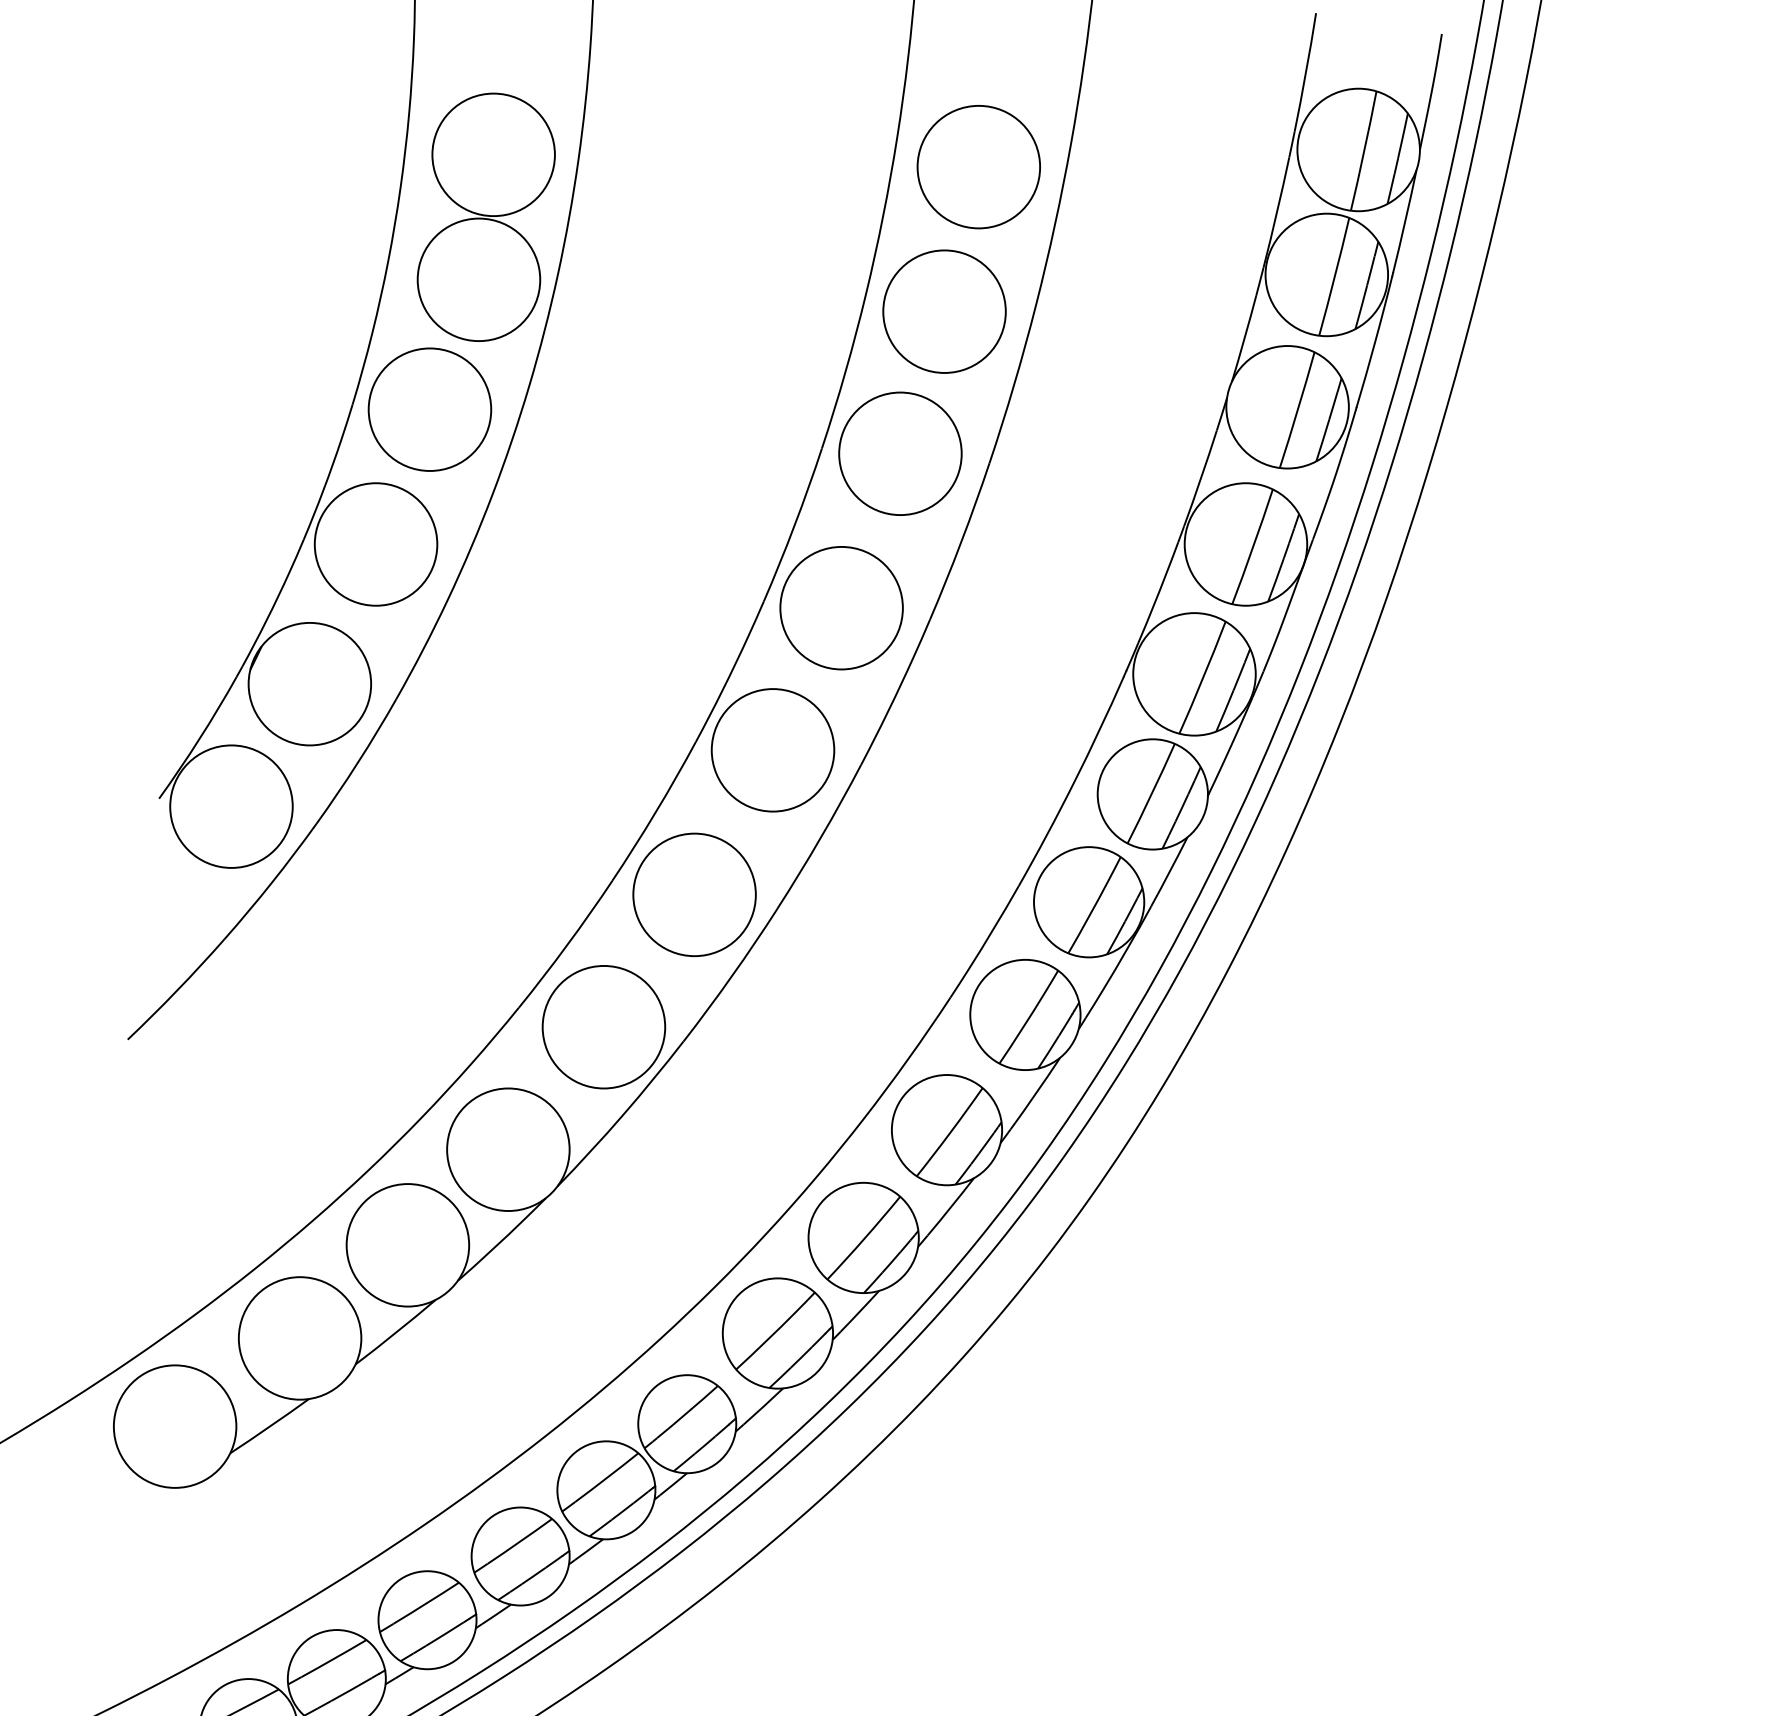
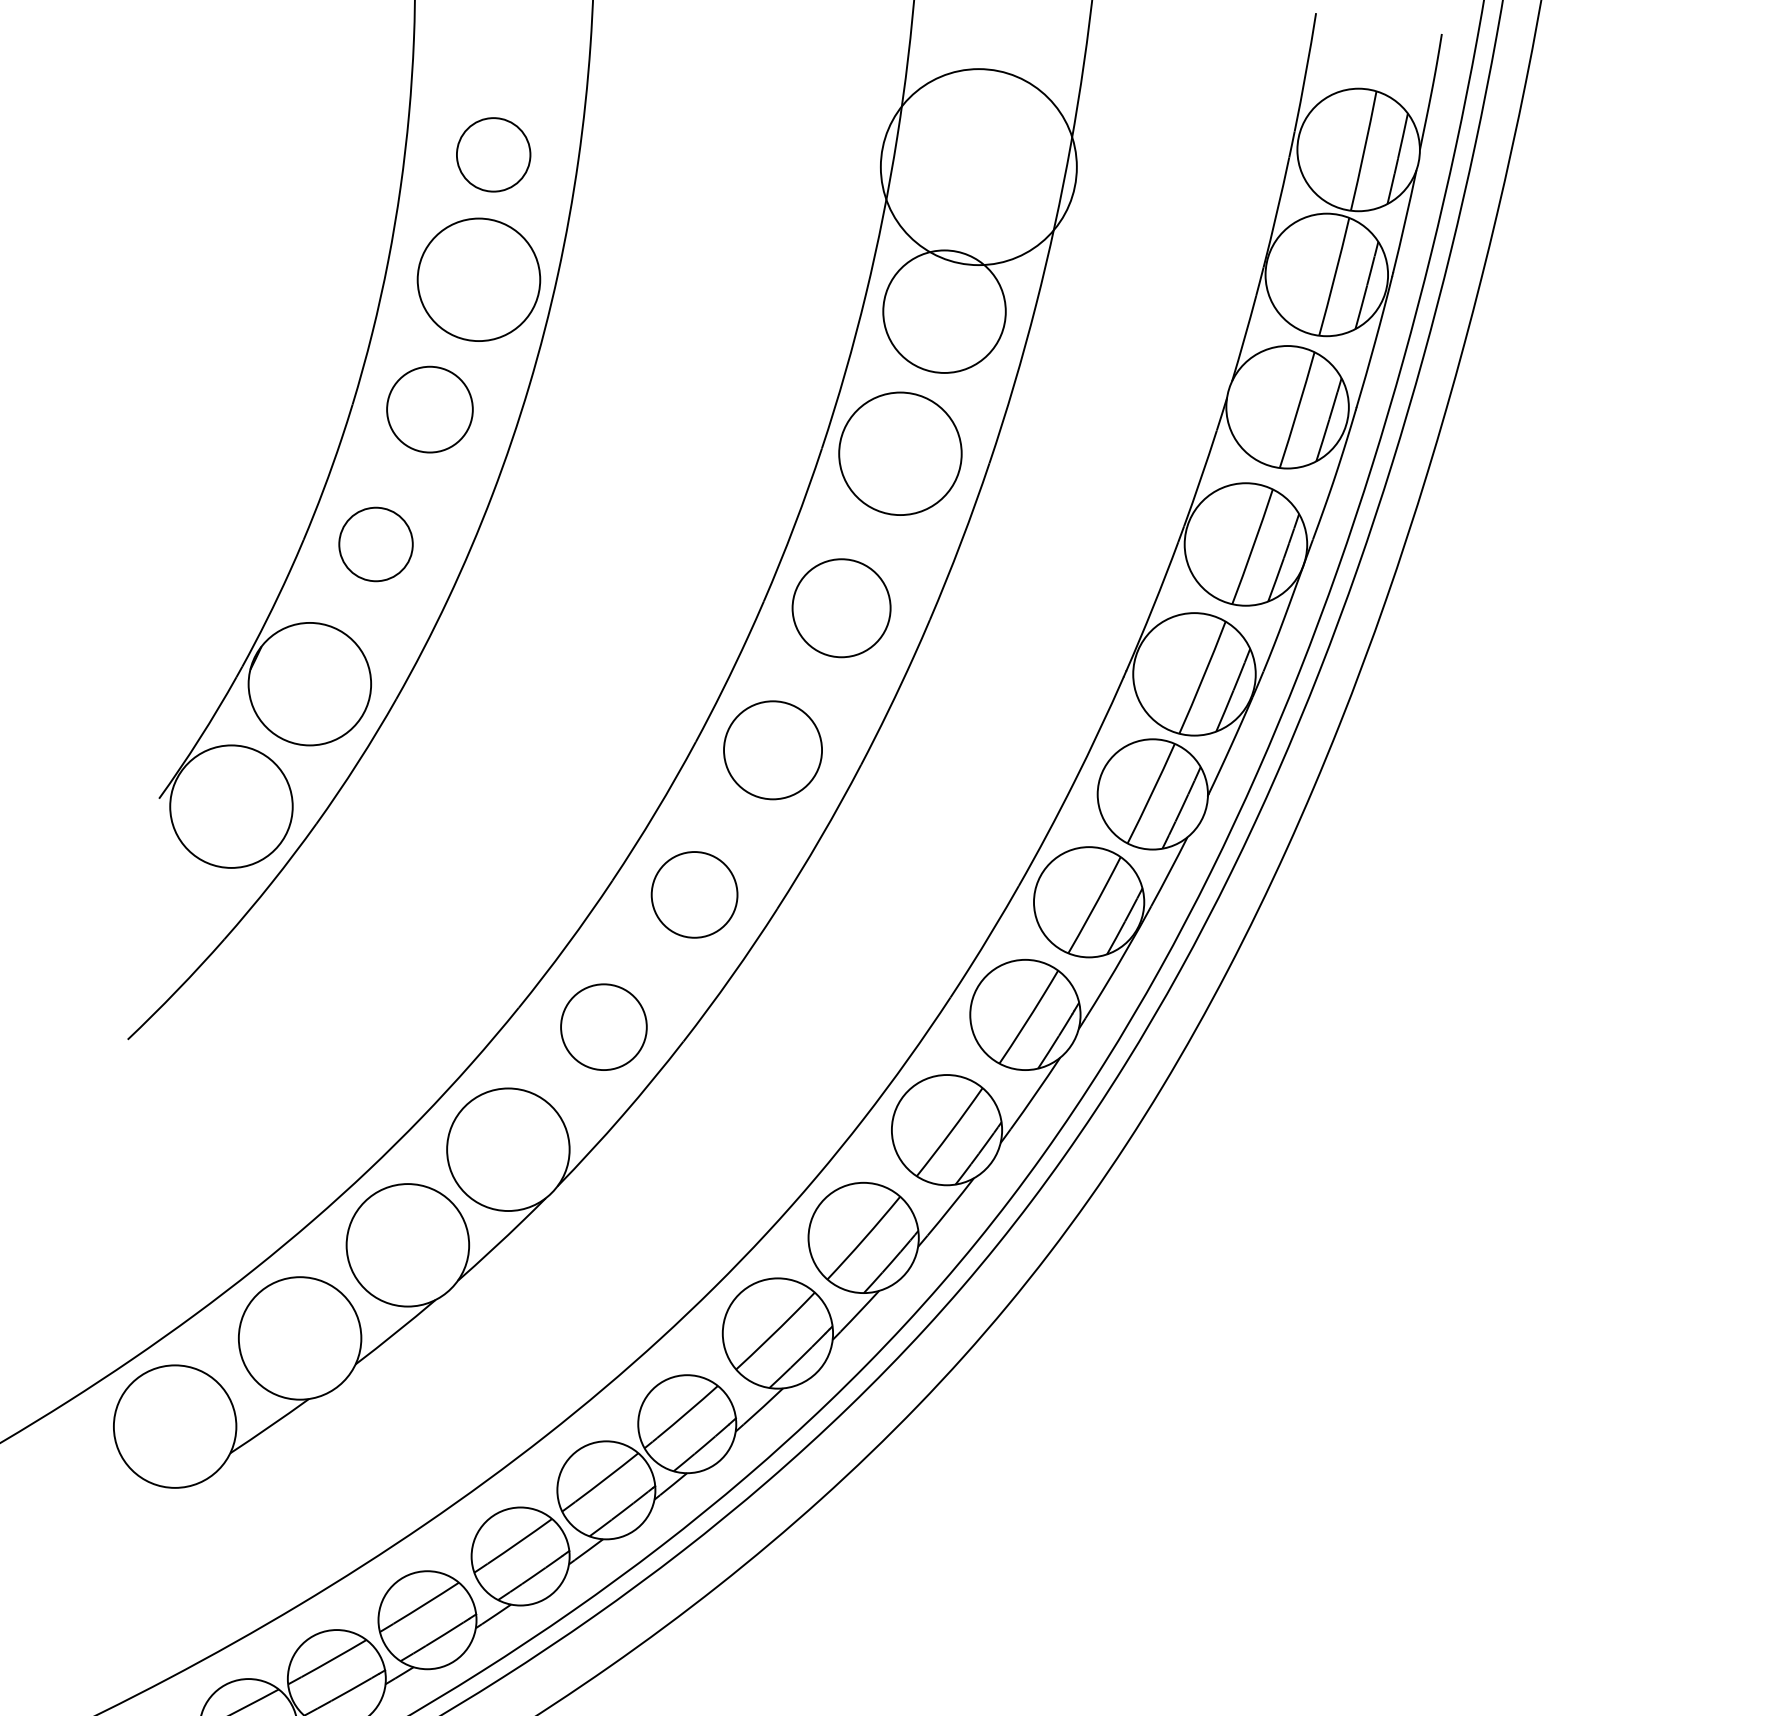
circle at (493, 154) diameter: 123 px -> 74 px
circle at (978, 166) diameter: 123 px -> 196 px
circle at (429, 409) size: 126x125 px -> 88x89 px
circle at (375, 544) diameter: 123 px -> 74 px
circle at (841, 608) size: 125x125 px -> 101x101 px
circle at (772, 750) diameter: 123 px -> 98 px
circle at (694, 894) diameter: 123 px -> 86 px
circle at (603, 1026) diameter: 123 px -> 86 px
